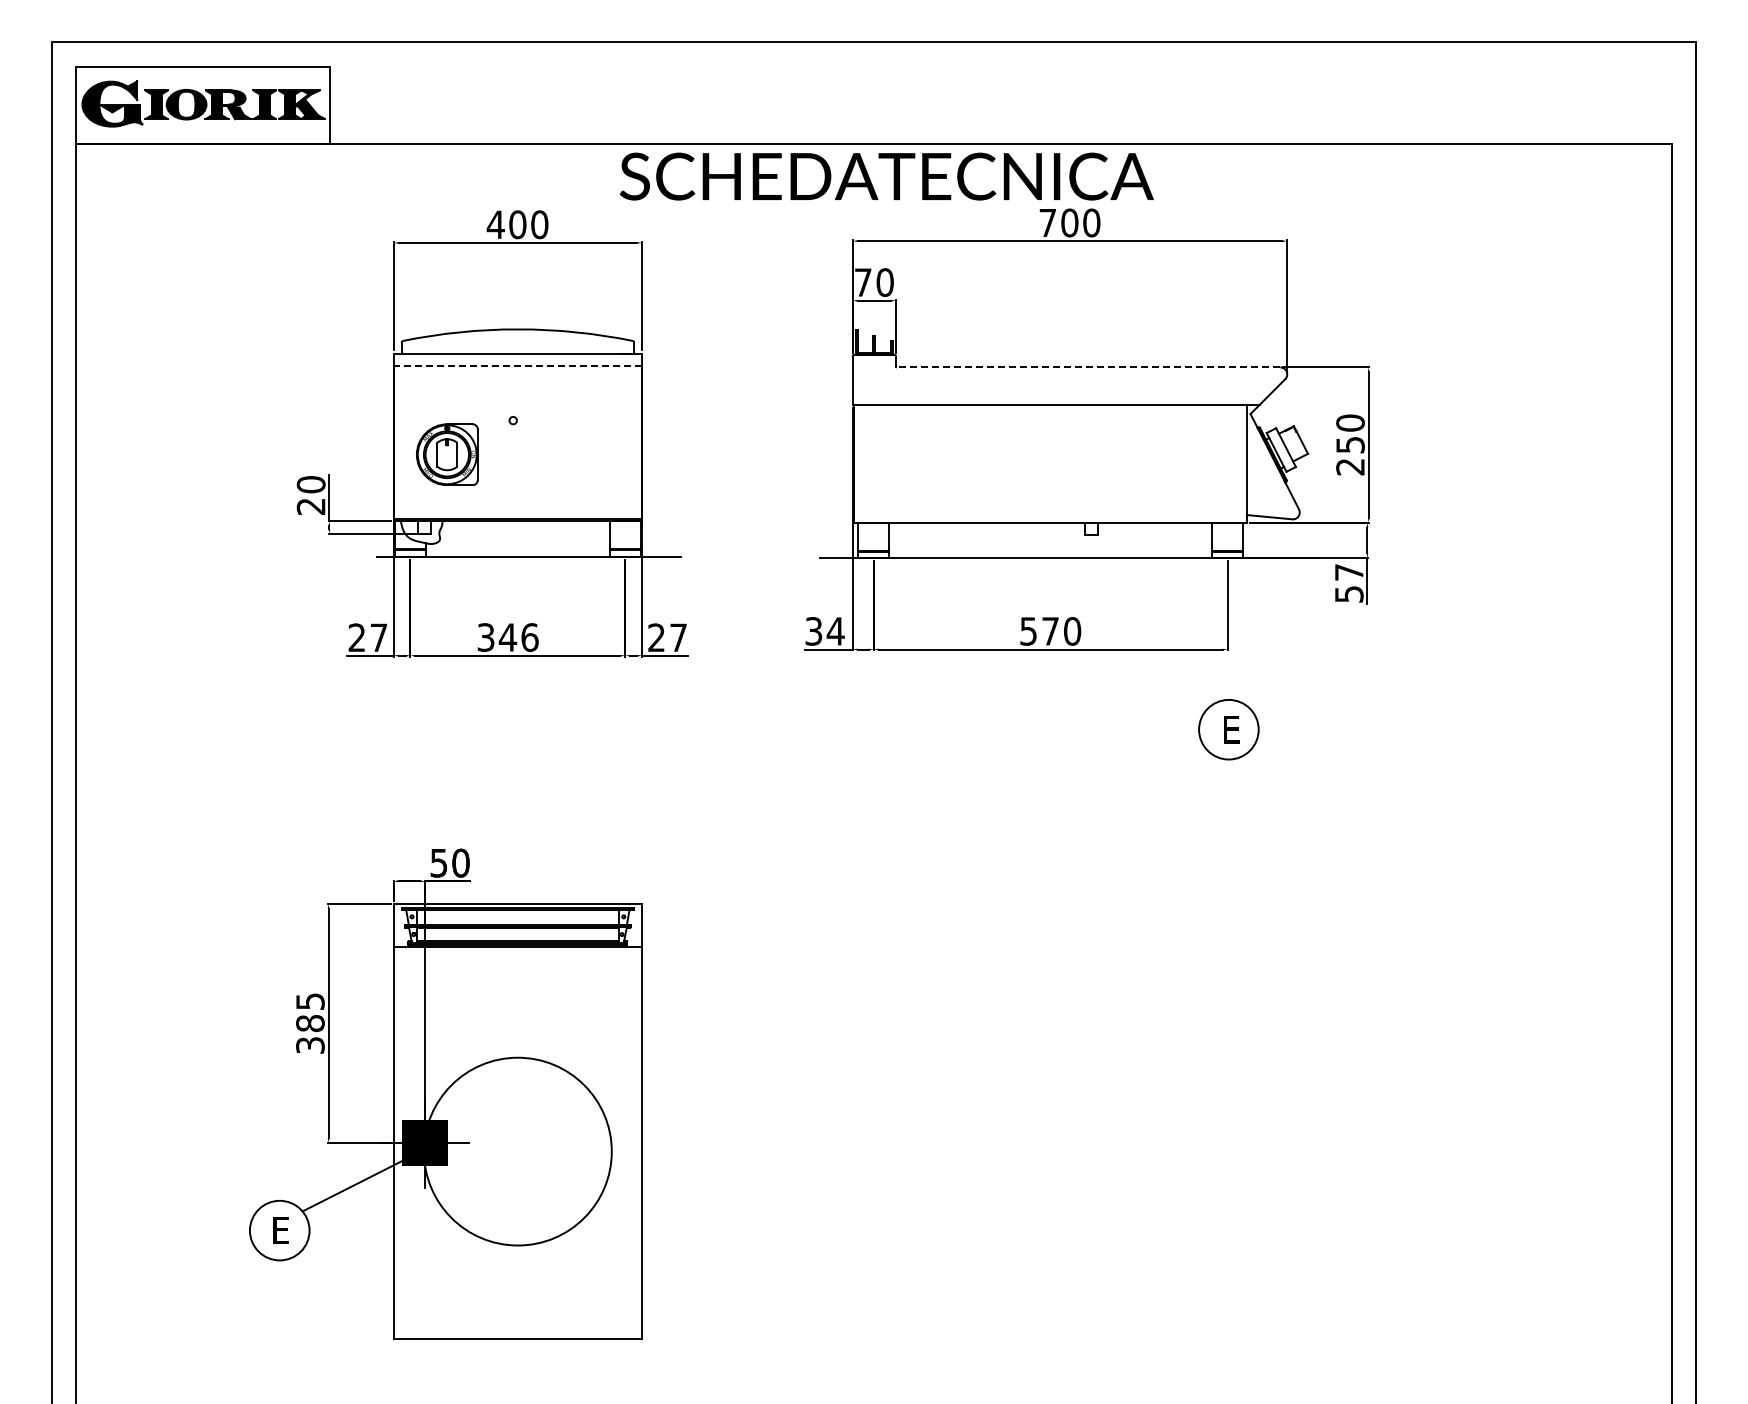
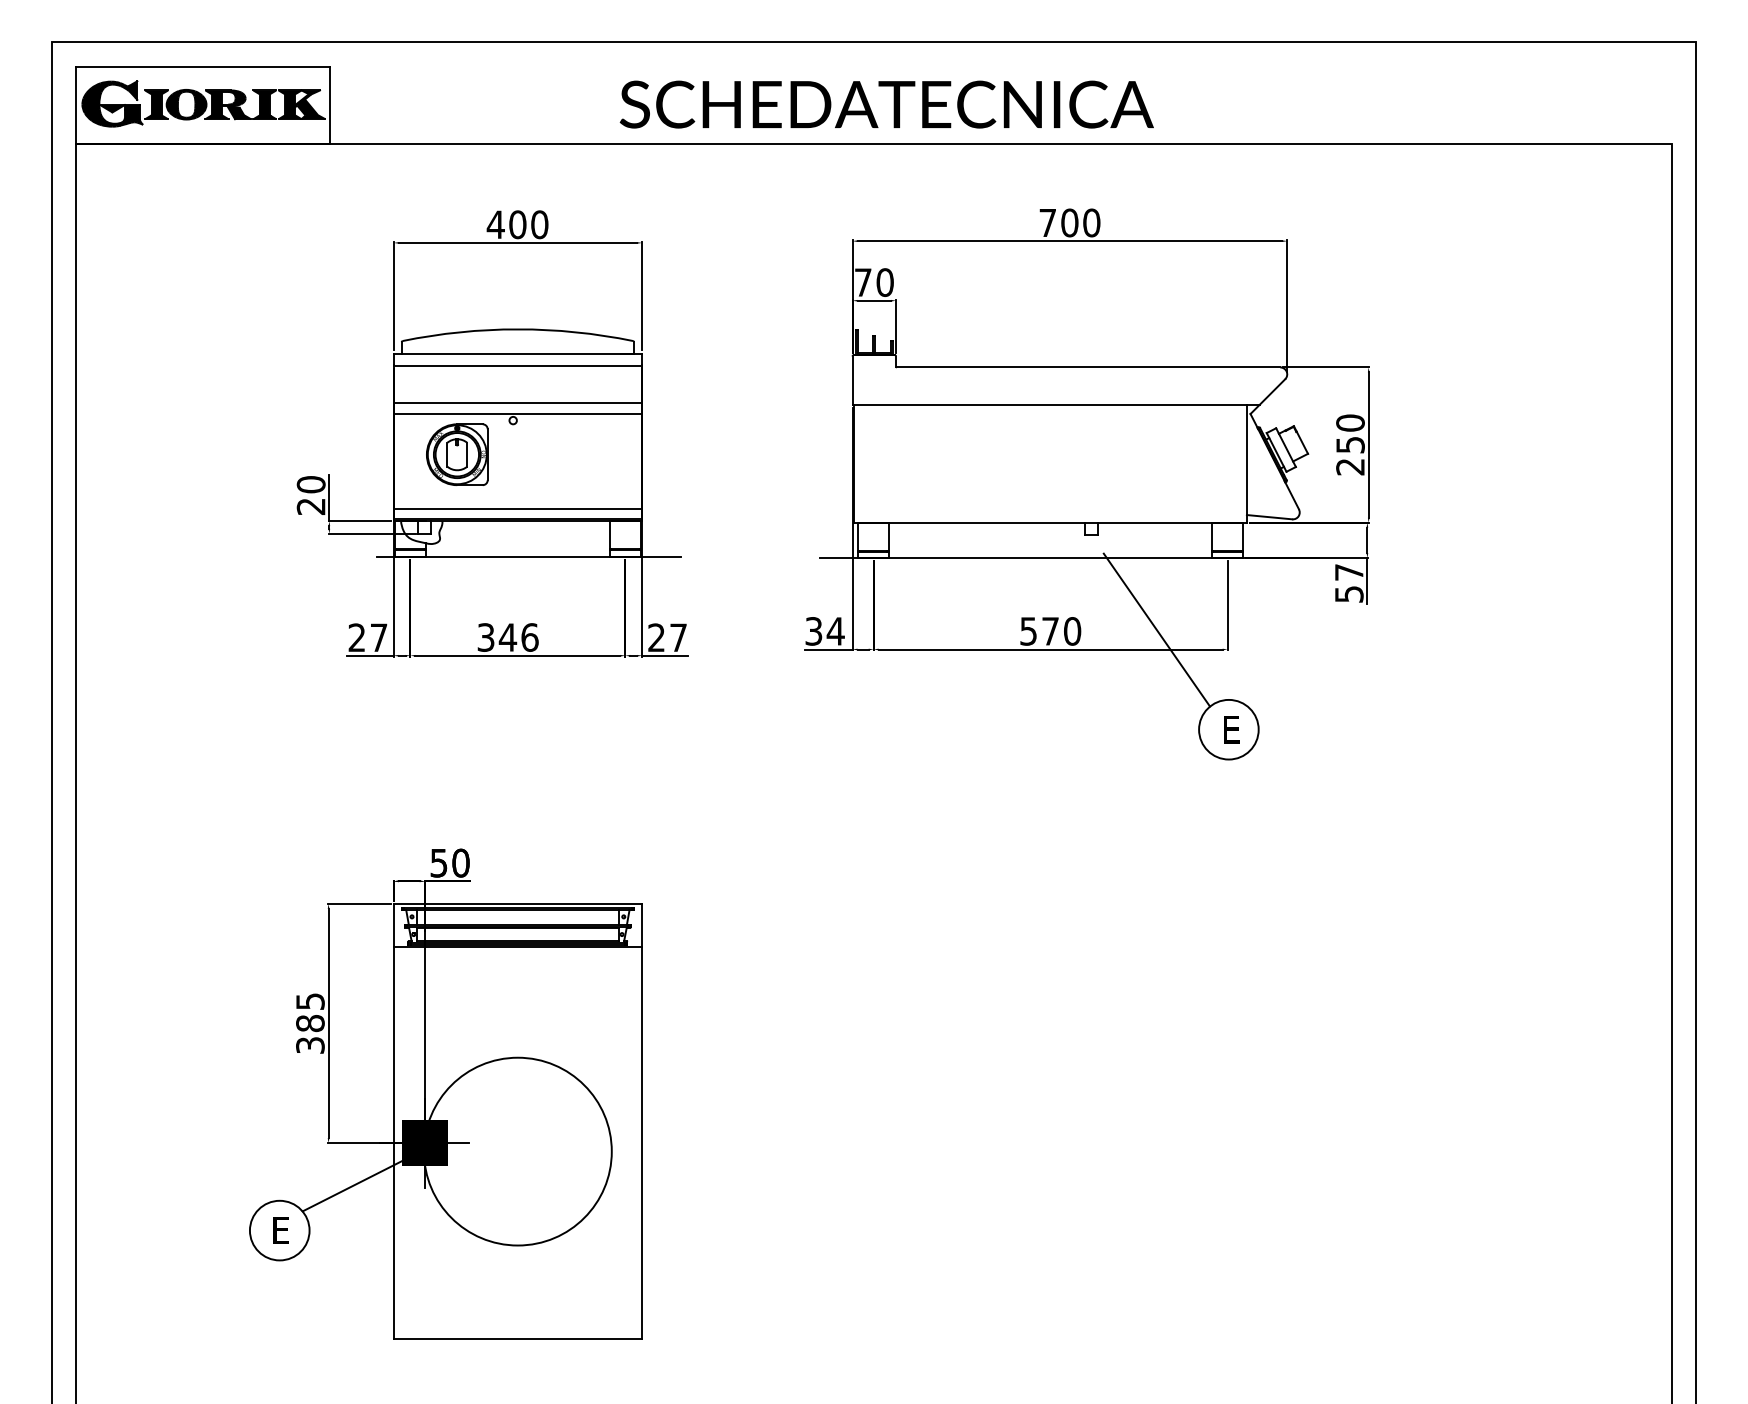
text at (886, 176) position: (886, 176) -> (886, 104)
line at (517, 366): dashed -> solid
line at (1088, 367): dashed -> solid
line at (517, 403): none -> present
line at (517, 414): none -> present
part at (447, 454) position: (447, 454) -> (457, 454)
line at (517, 509): none -> present
line at (1156, 629): none -> present
